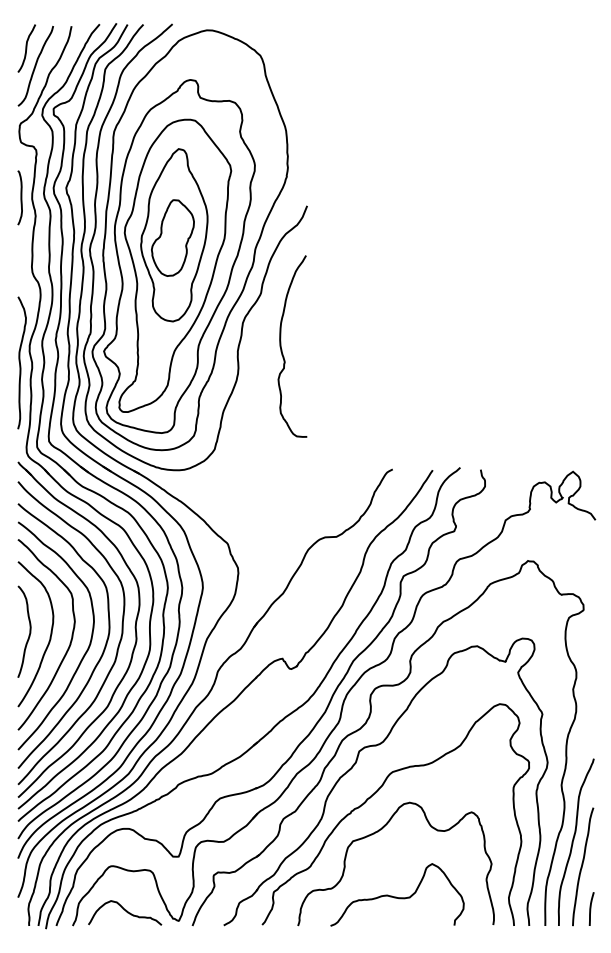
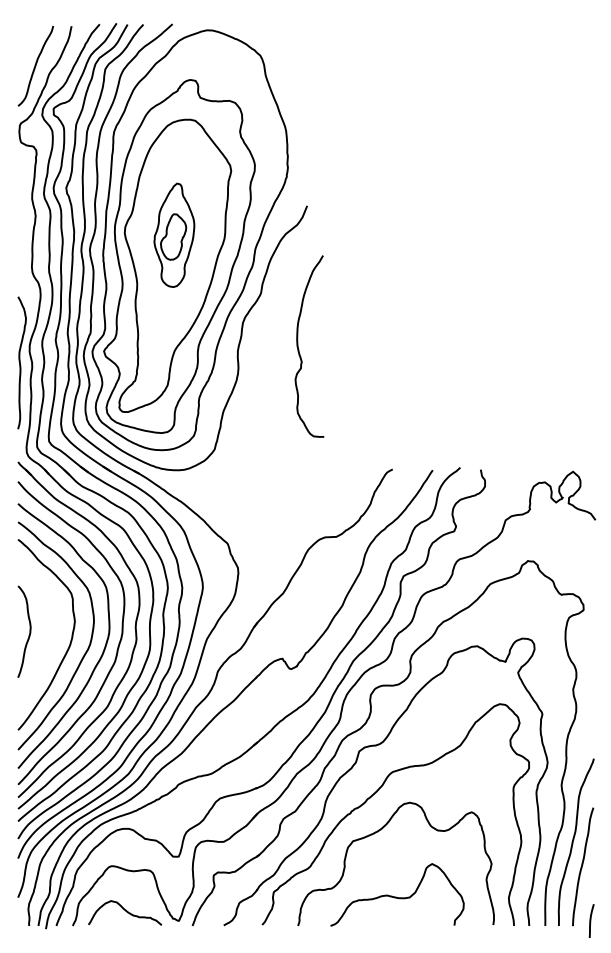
curve at (26, 48): present -> none
curve at (20, 197): present -> none
part at (174, 235) size: 69x175 px -> 43x106 px
curve at (282, 349) position: (282, 349) -> (299, 349)
curve at (49, 636): present -> none
curve at (591, 908) position: (591, 908) -> (591, 920)
